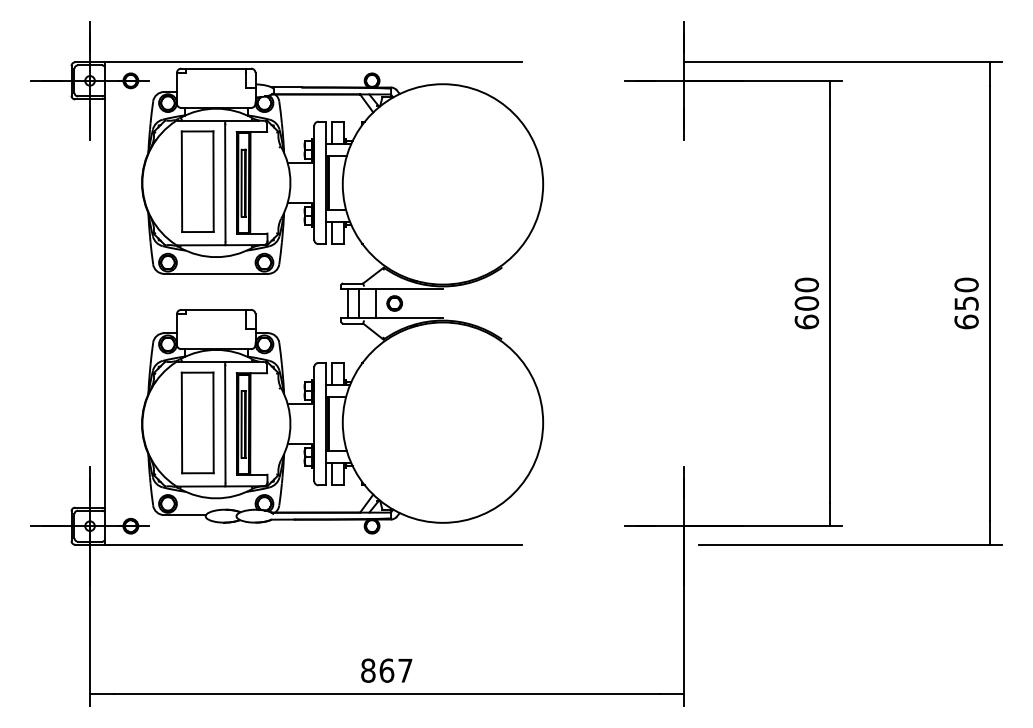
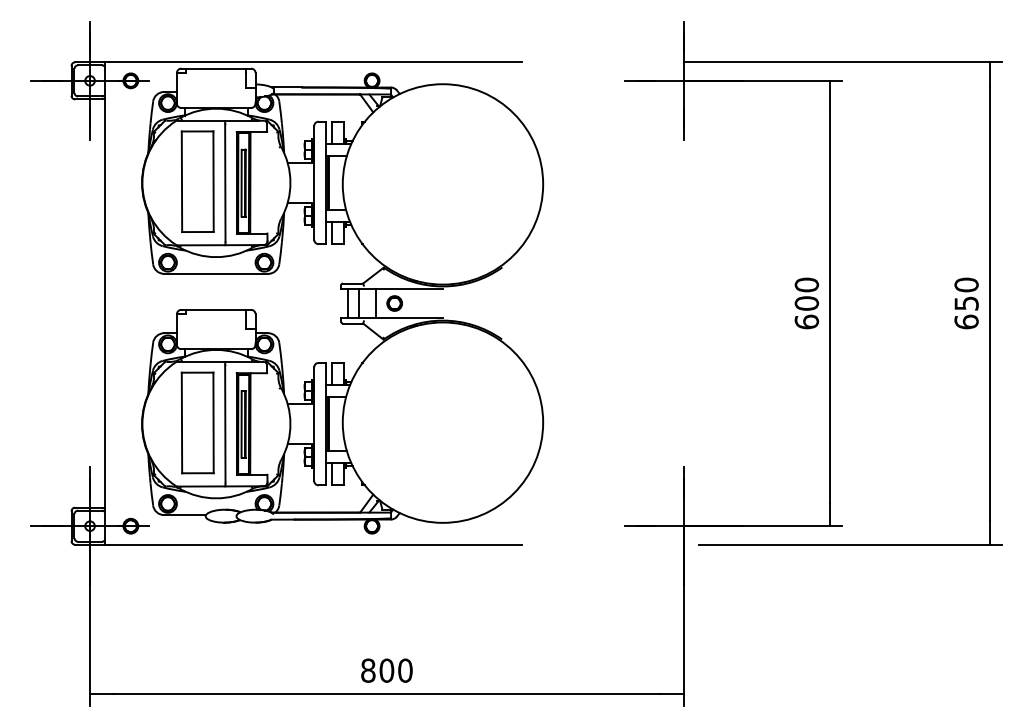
text at (395, 670): 867 -> 800
